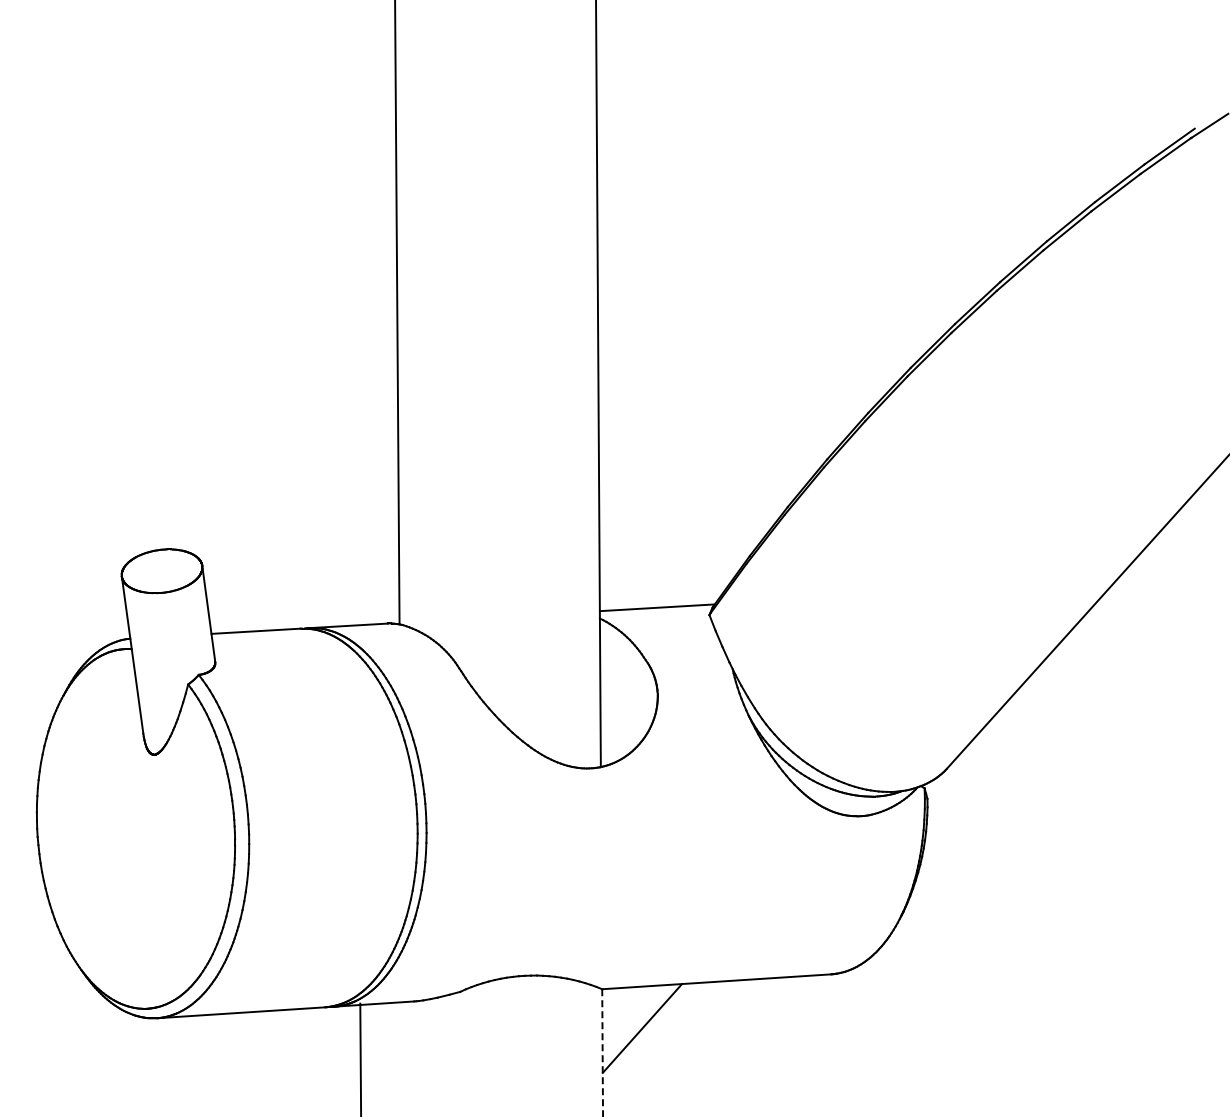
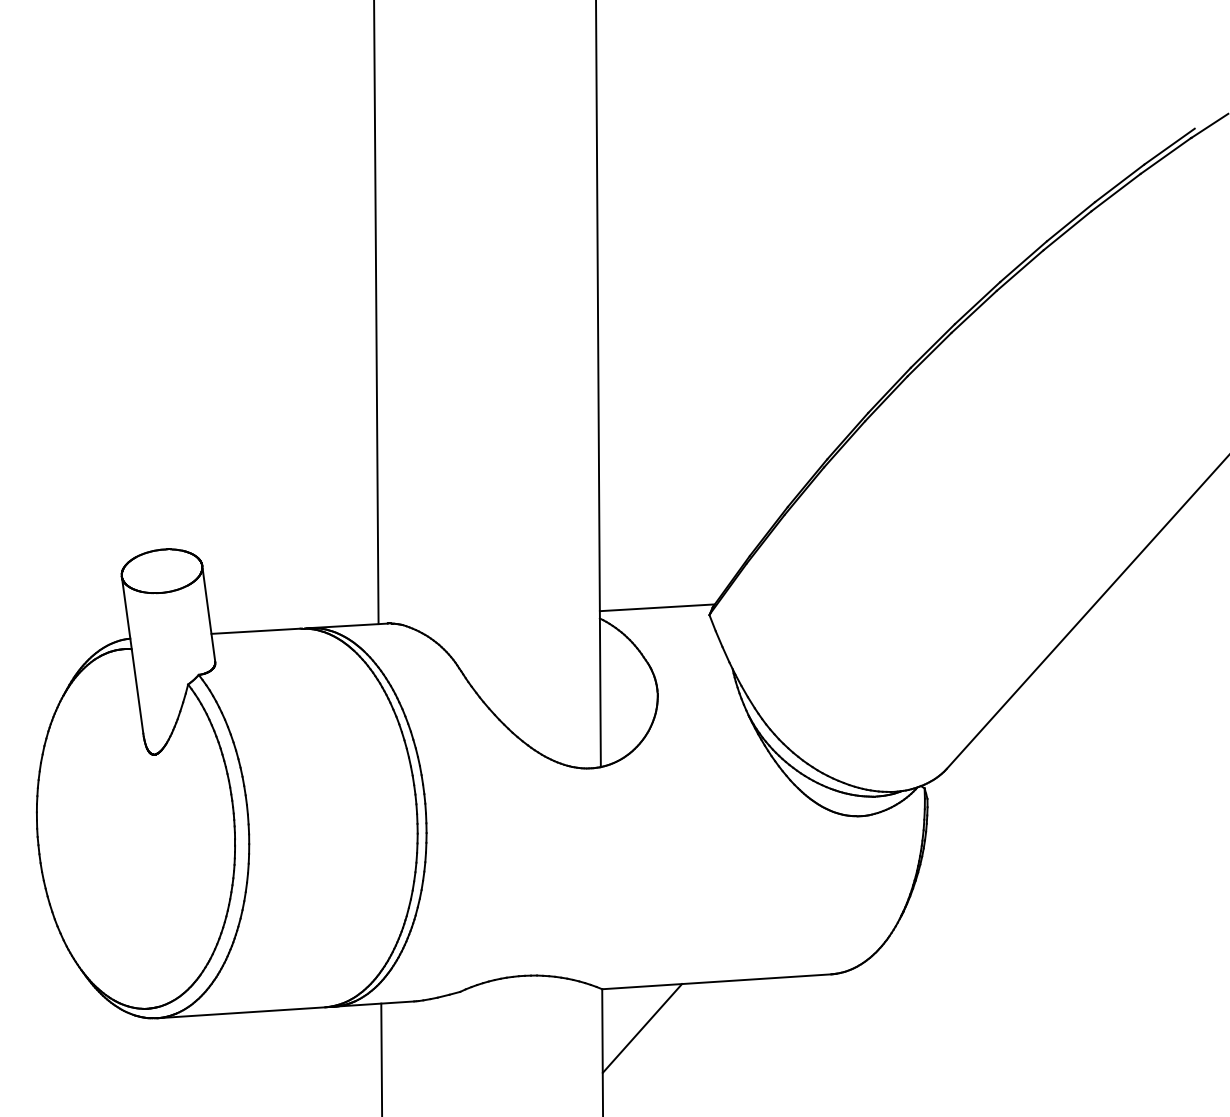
line at (397, 313) position: (397, 313) -> (376, 313)
line at (602, 1053): dashed -> solid
line at (360, 1058) position: (360, 1058) -> (381, 1058)
